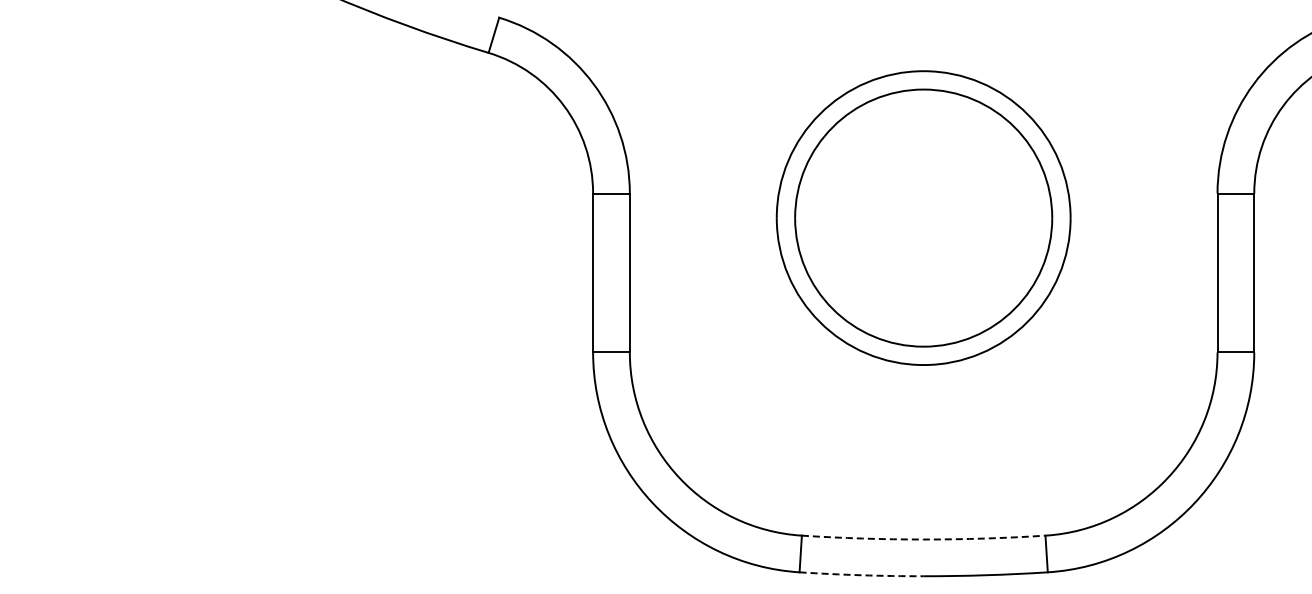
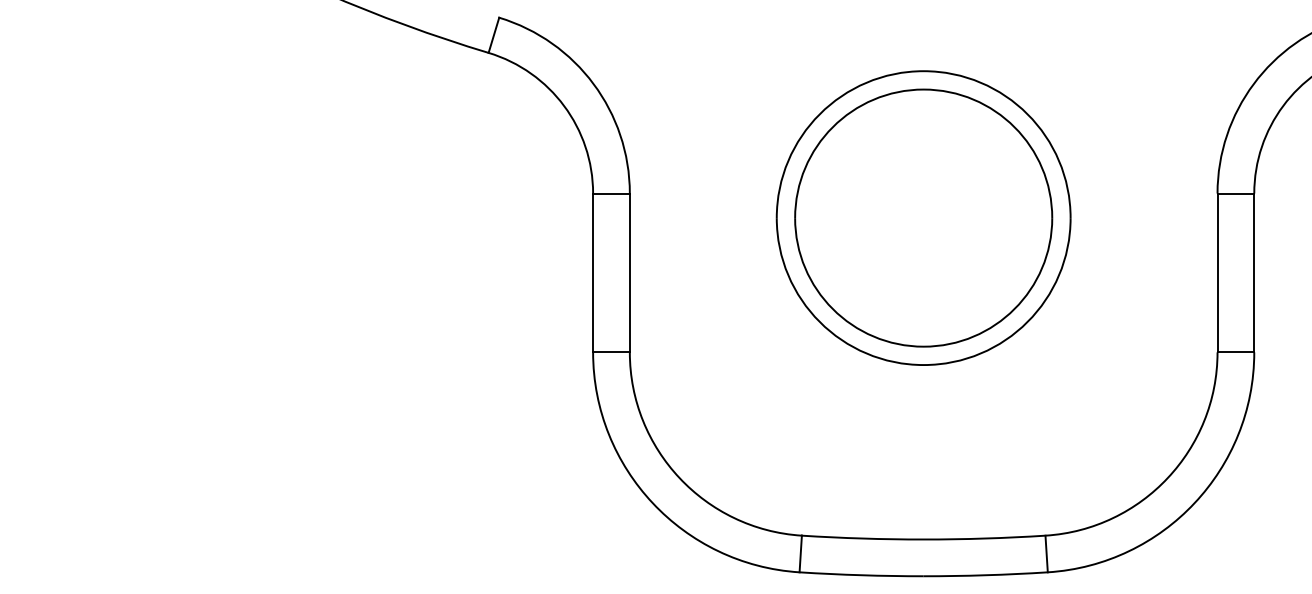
arc at (923, 539): dashed -> solid
arc at (861, 575): dashed -> solid
